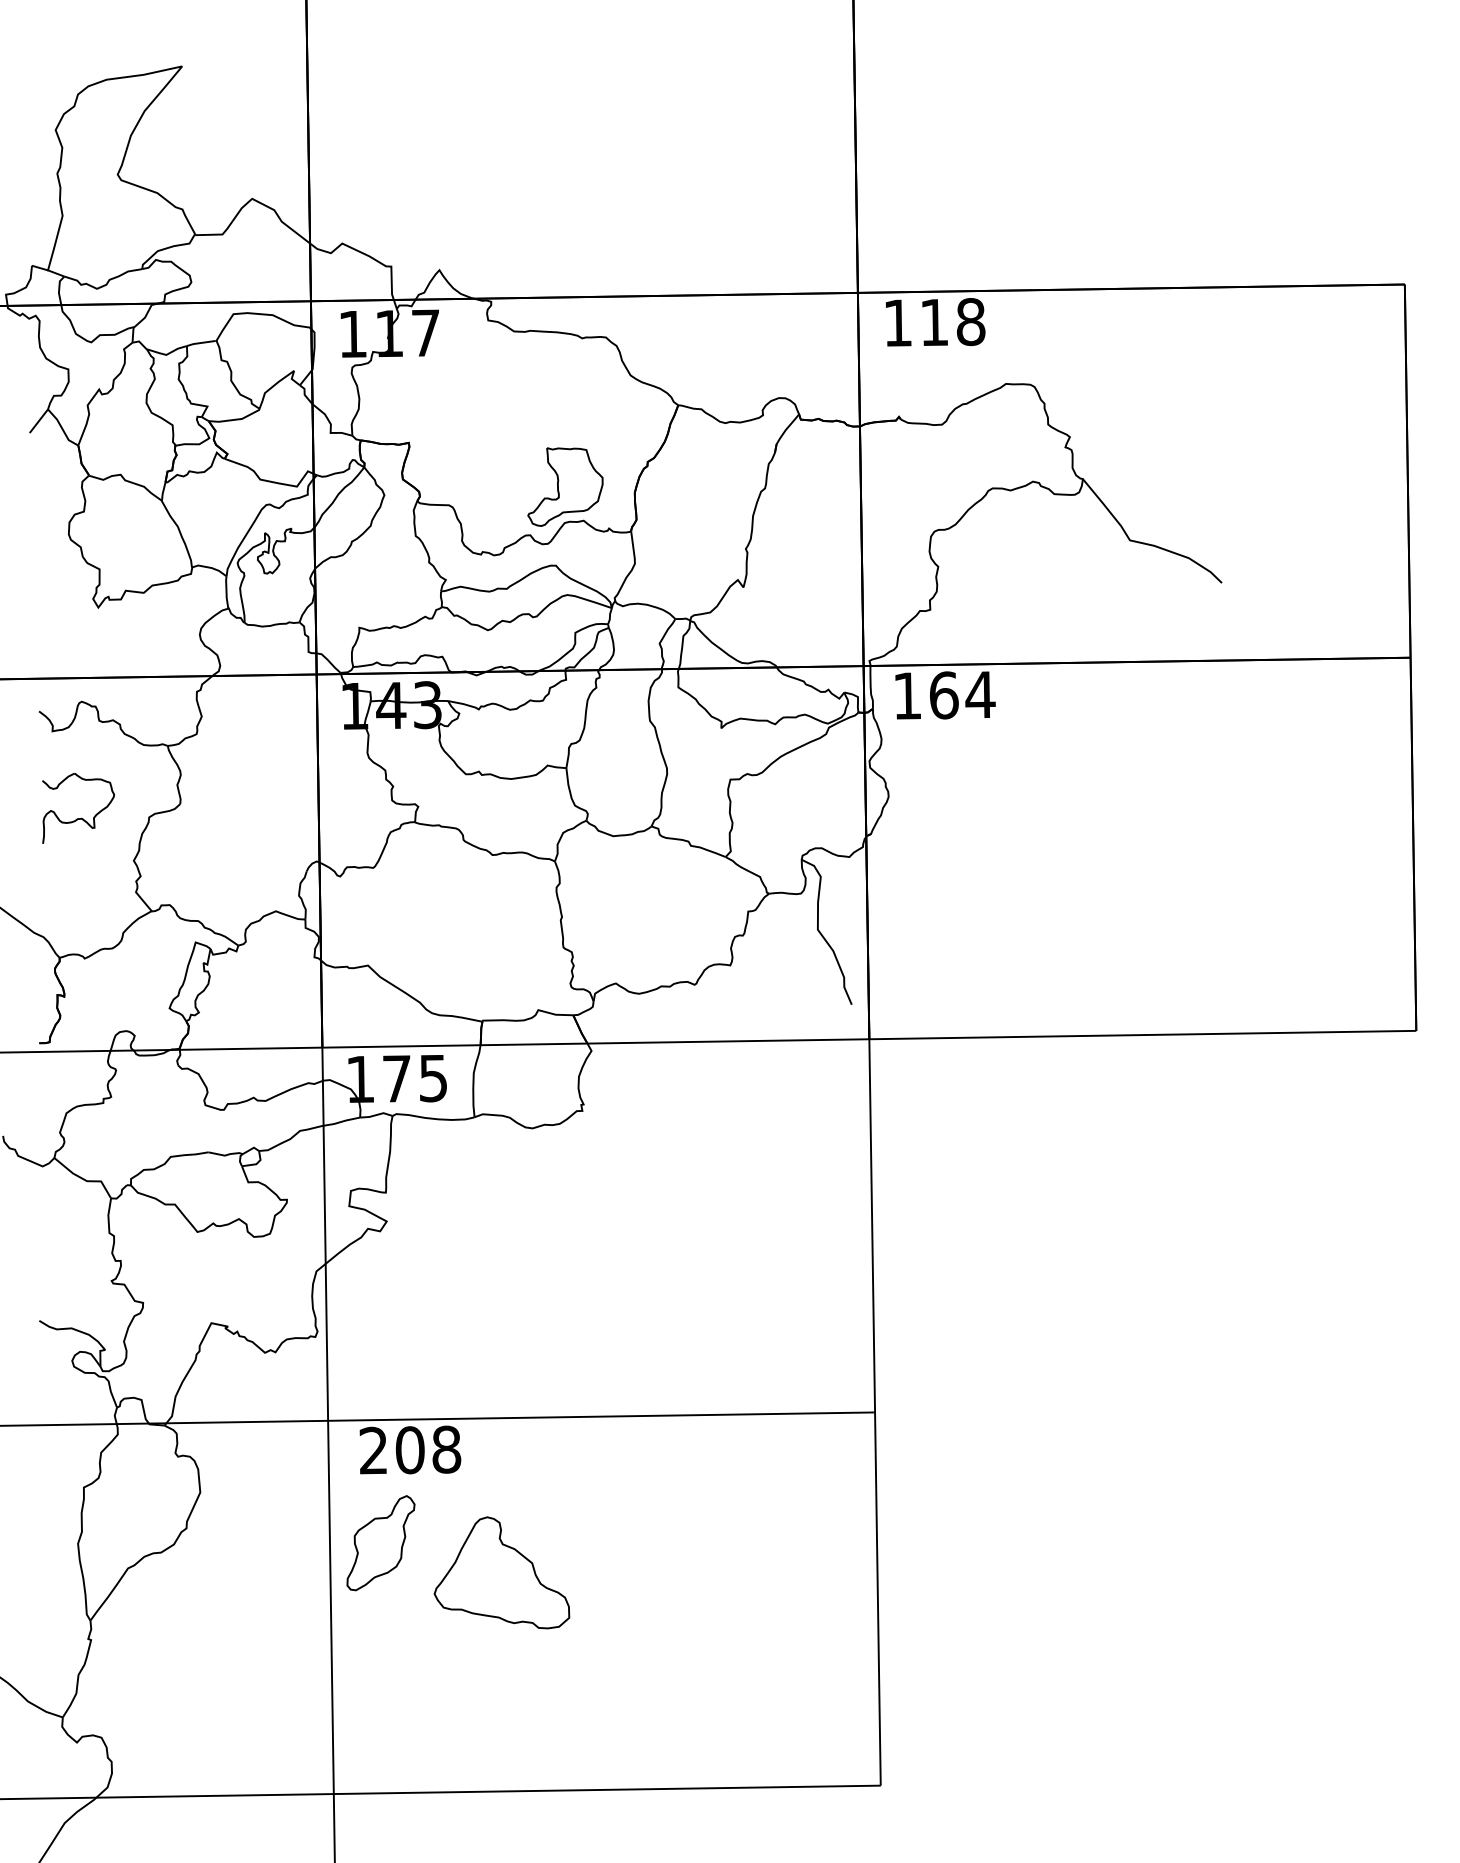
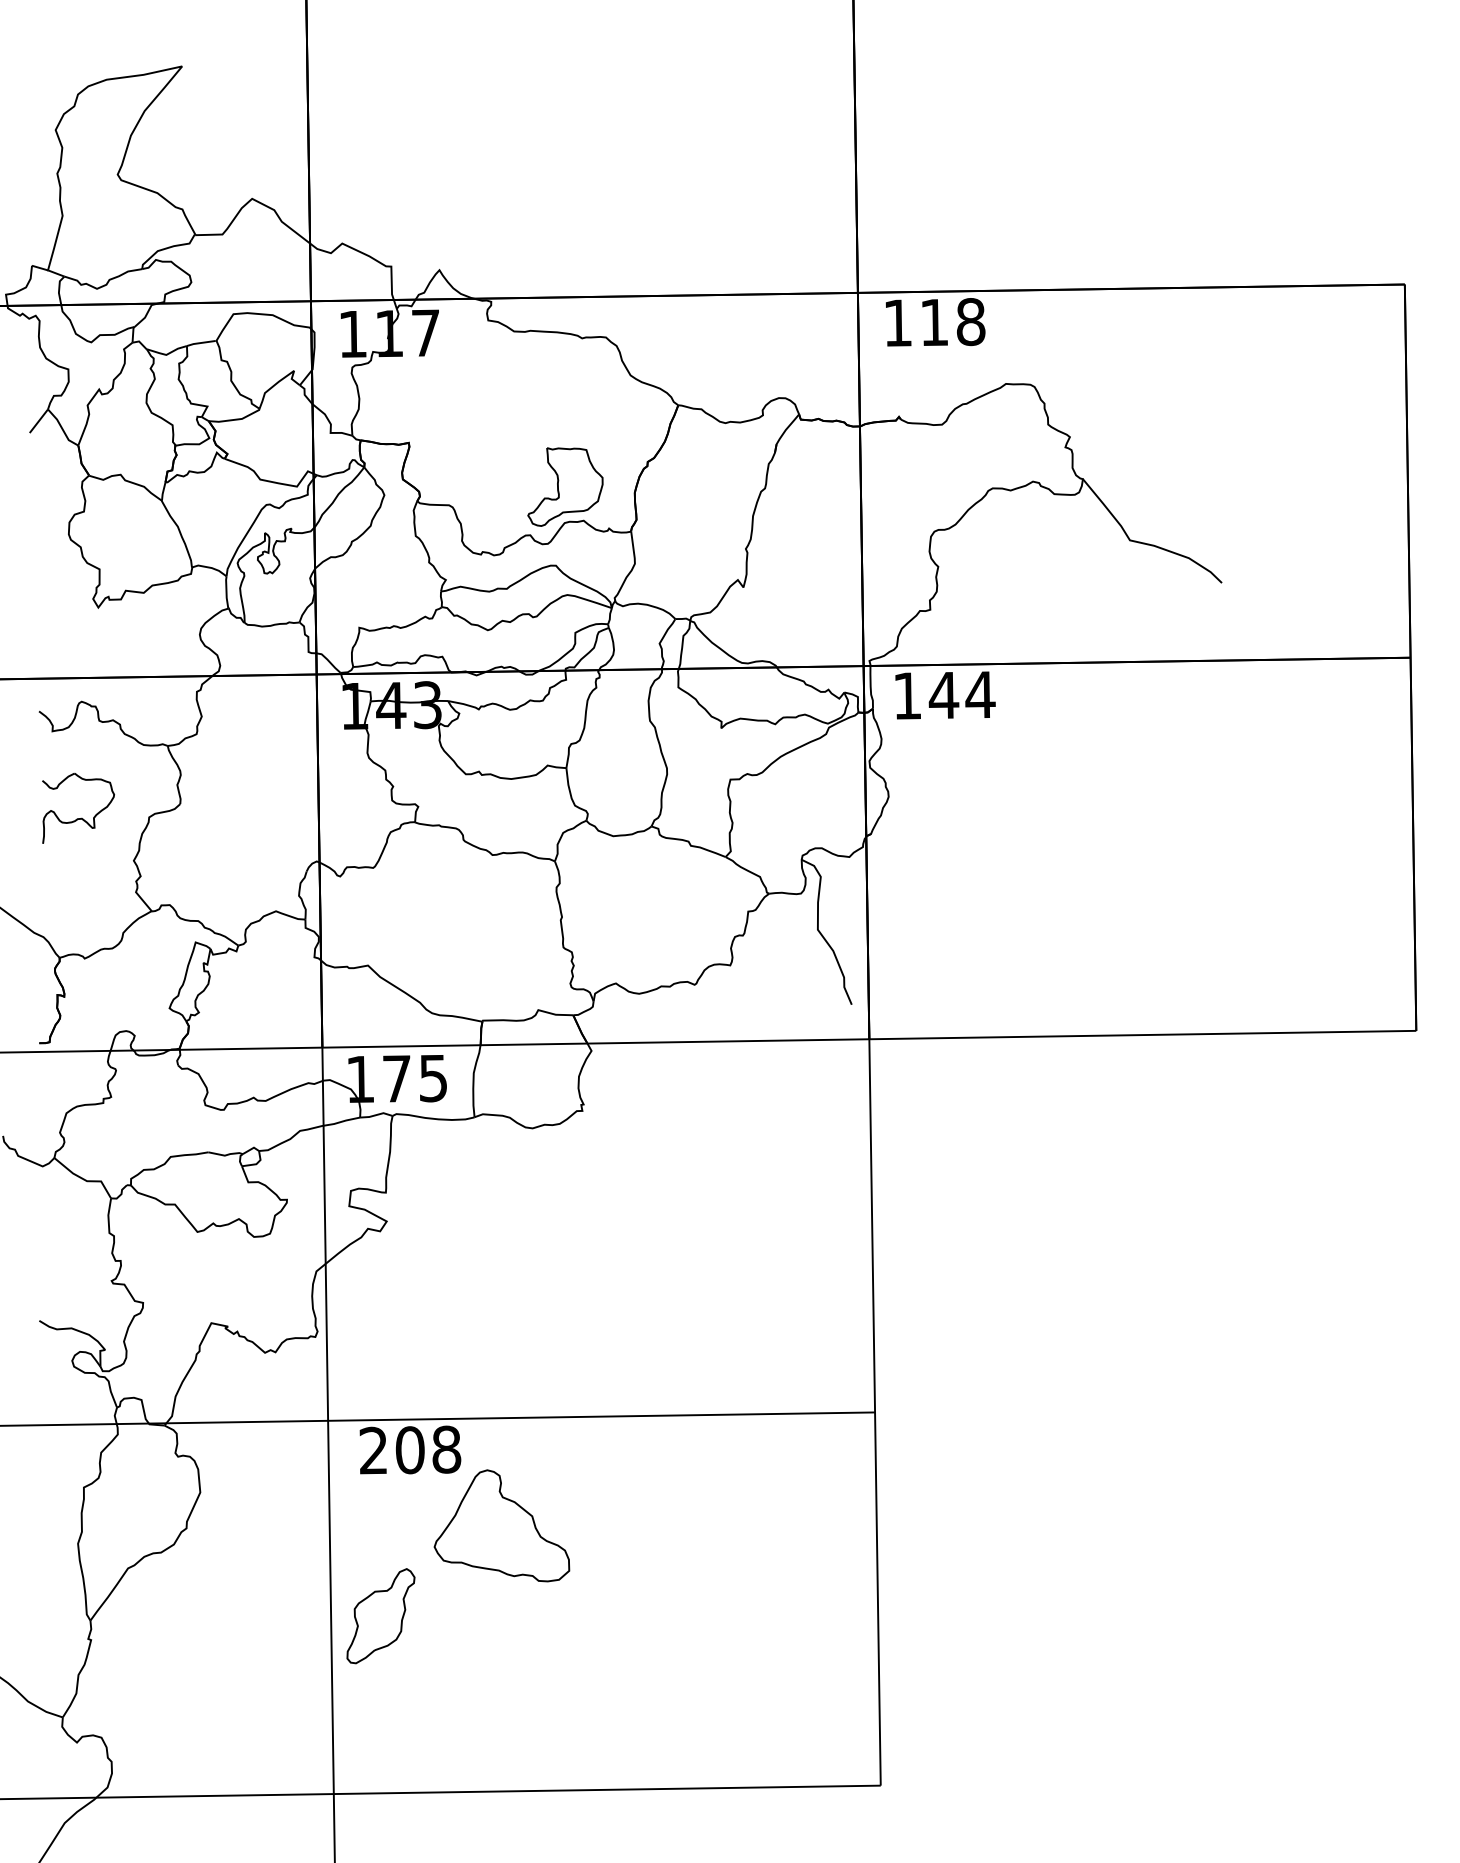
text at (943, 695): 164 -> 144
part at (380, 1543) position: (380, 1543) -> (380, 1616)
part at (501, 1572) position: (501, 1572) -> (501, 1525)
